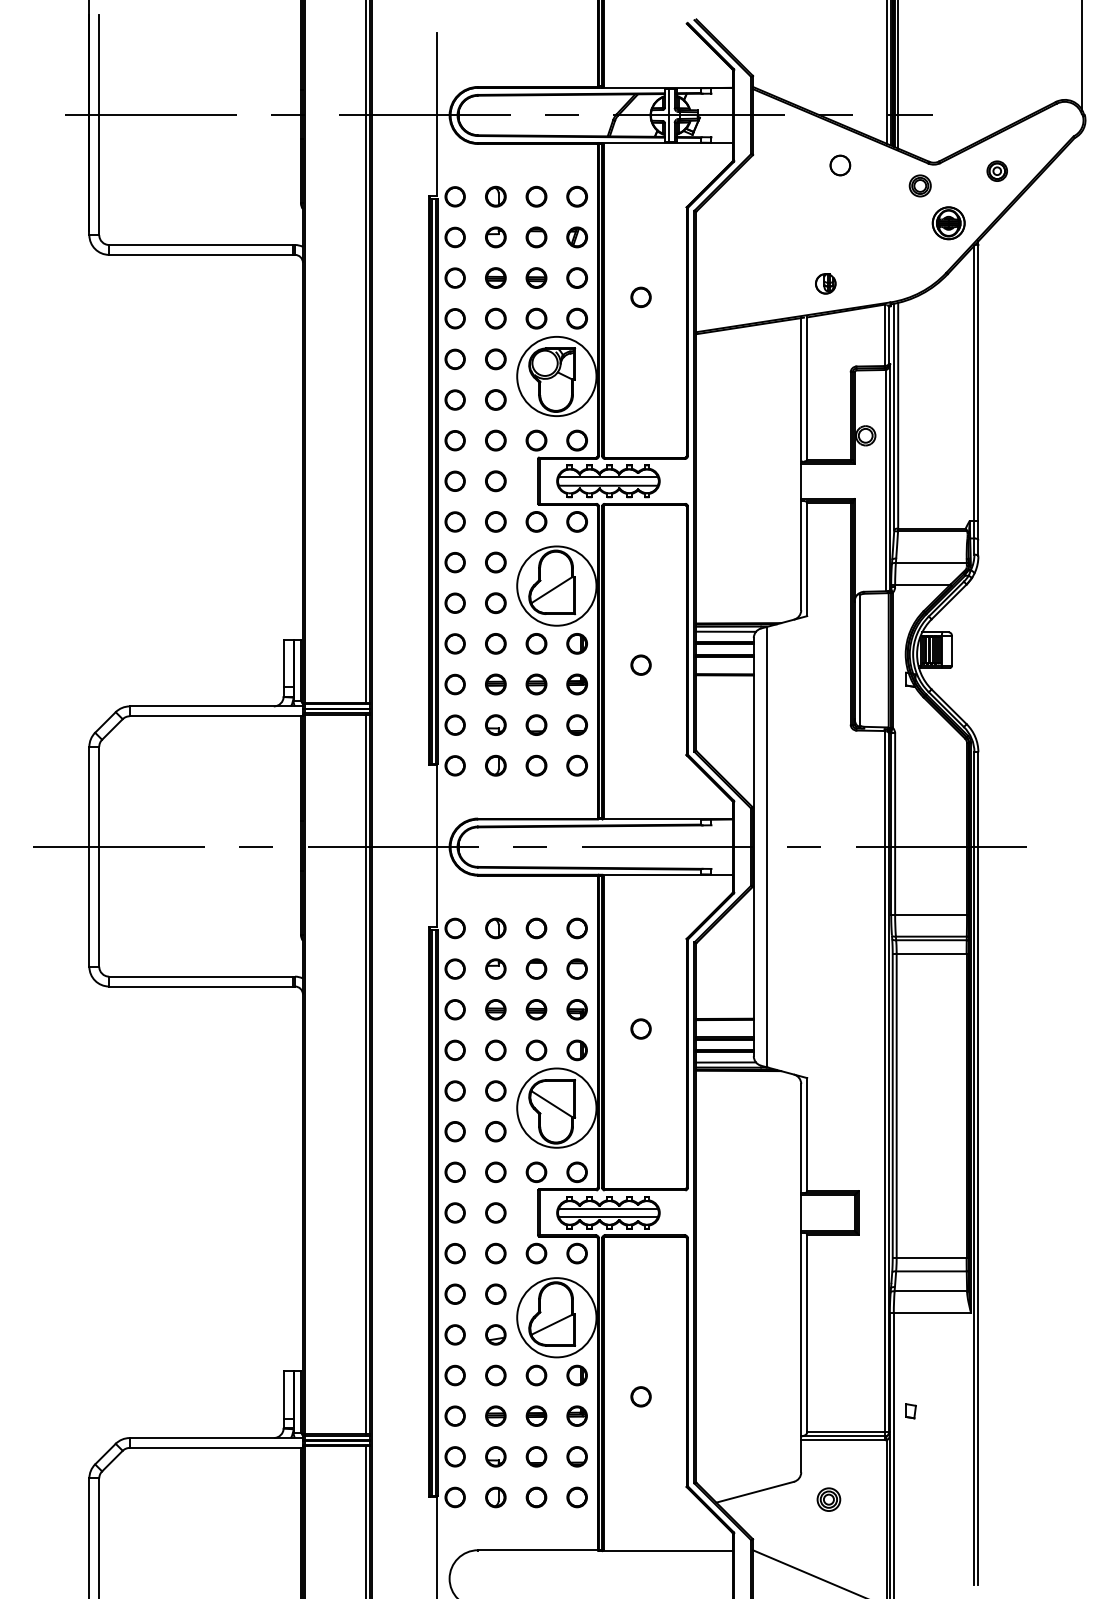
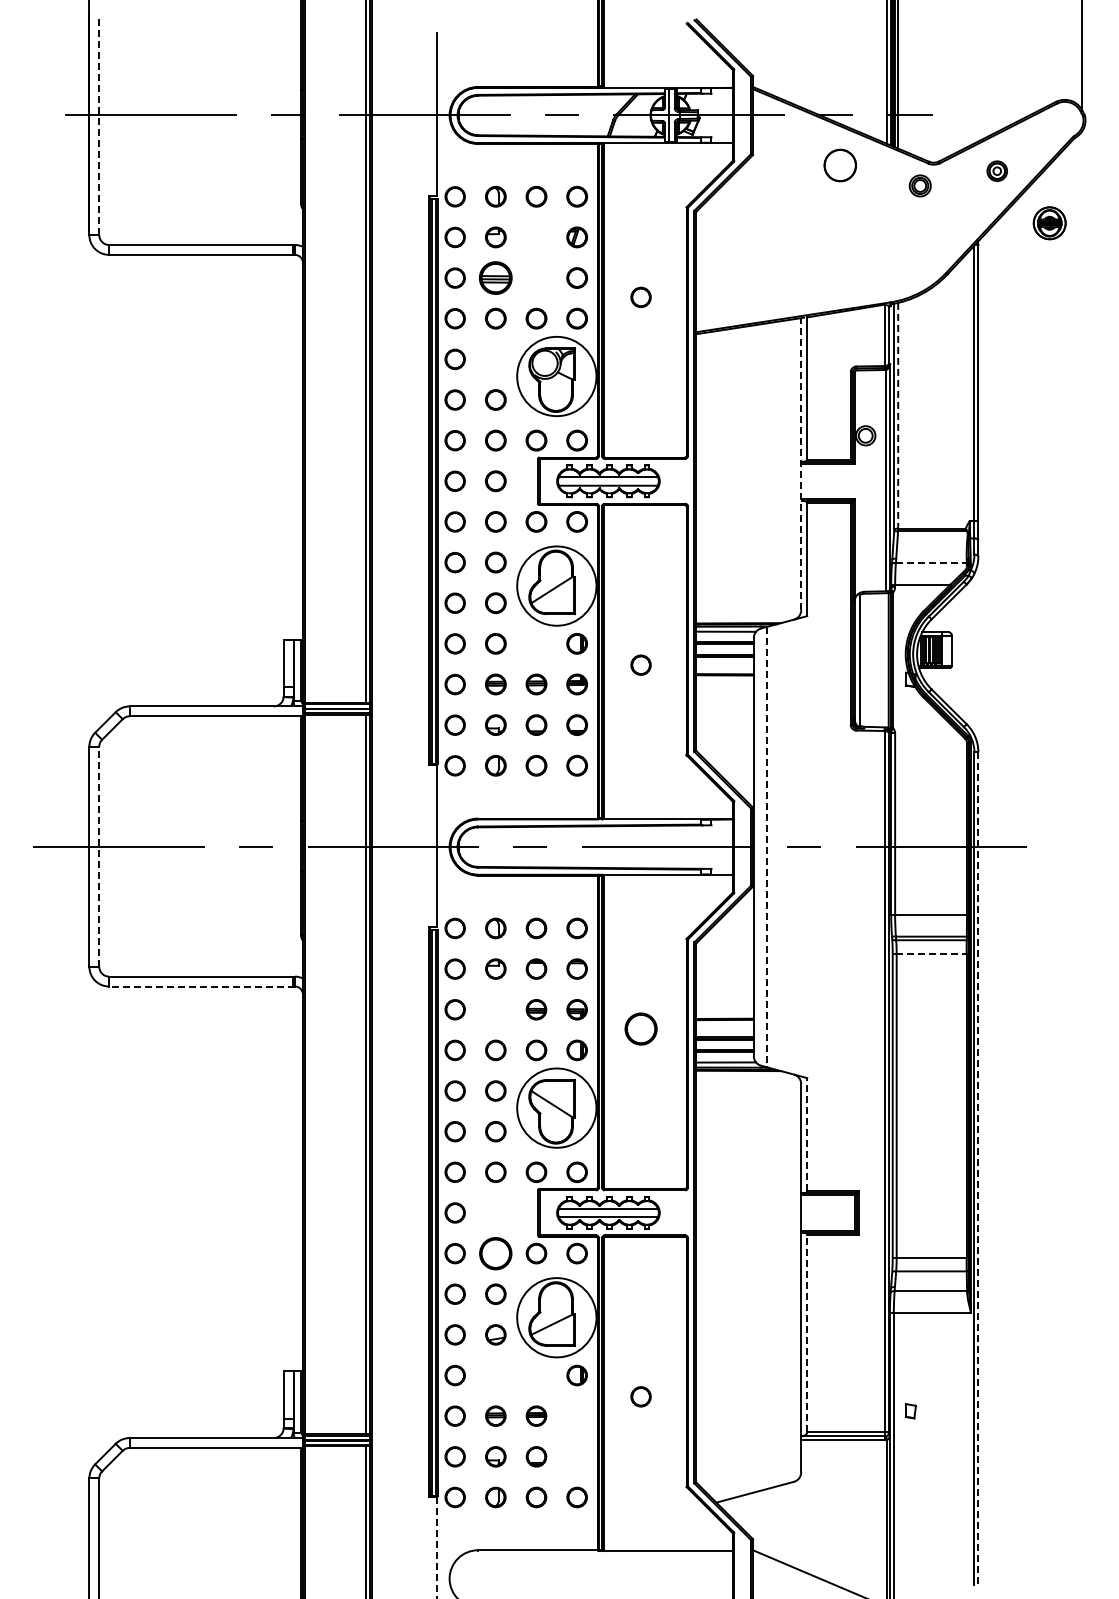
line at (99, 124): solid -> dashed
part at (840, 165) size: 23x23 px -> 34x35 px
part at (948, 223) position: (948, 223) -> (1049, 223)
part at (536, 237): present -> none
part at (495, 277) size: 22x22 px -> 35x34 px
part at (536, 277): present -> none
part at (825, 283): present -> none
part at (495, 359): present -> none
line at (898, 415): solid -> dashed
line at (801, 463): solid -> dashed
line at (931, 563): solid -> dashed
part at (536, 643): present -> none
line at (766, 847): solid -> dashed
line at (99, 856): solid -> dashed
line at (932, 953): solid -> dashed
line at (202, 986): solid -> dashed
part at (495, 1009): present -> none
circle at (640, 1028) size: 22x22 px -> 34x34 px
line at (807, 1134): solid -> dashed
line at (978, 1168): solid -> dashed
circle at (495, 1212): present -> none
part at (495, 1253) size: 22x23 px -> 34x34 px
line at (807, 1333): solid -> dashed
part at (495, 1375): present -> none
part at (536, 1375): present -> none
part at (576, 1415): present -> none
part at (576, 1456): present -> none
part at (828, 1499): present -> none
line at (437, 1547): solid -> dashed
